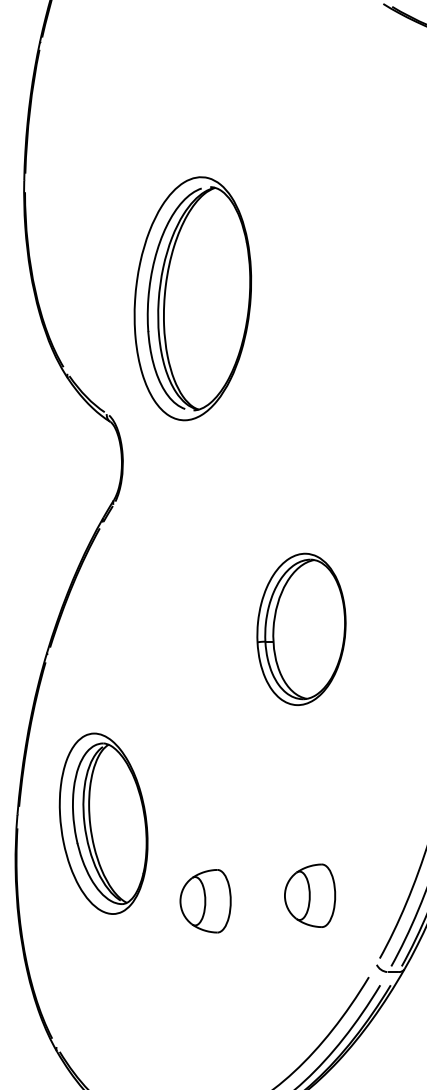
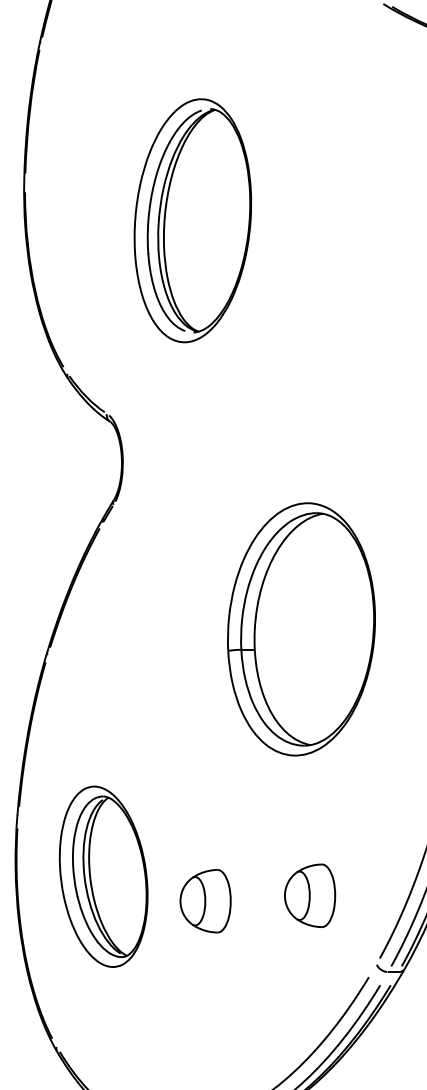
part at (192, 298) position: (192, 298) -> (192, 220)
part at (301, 628) size: 91x154 px -> 149x255 px
part at (103, 823) position: (103, 823) -> (103, 876)
